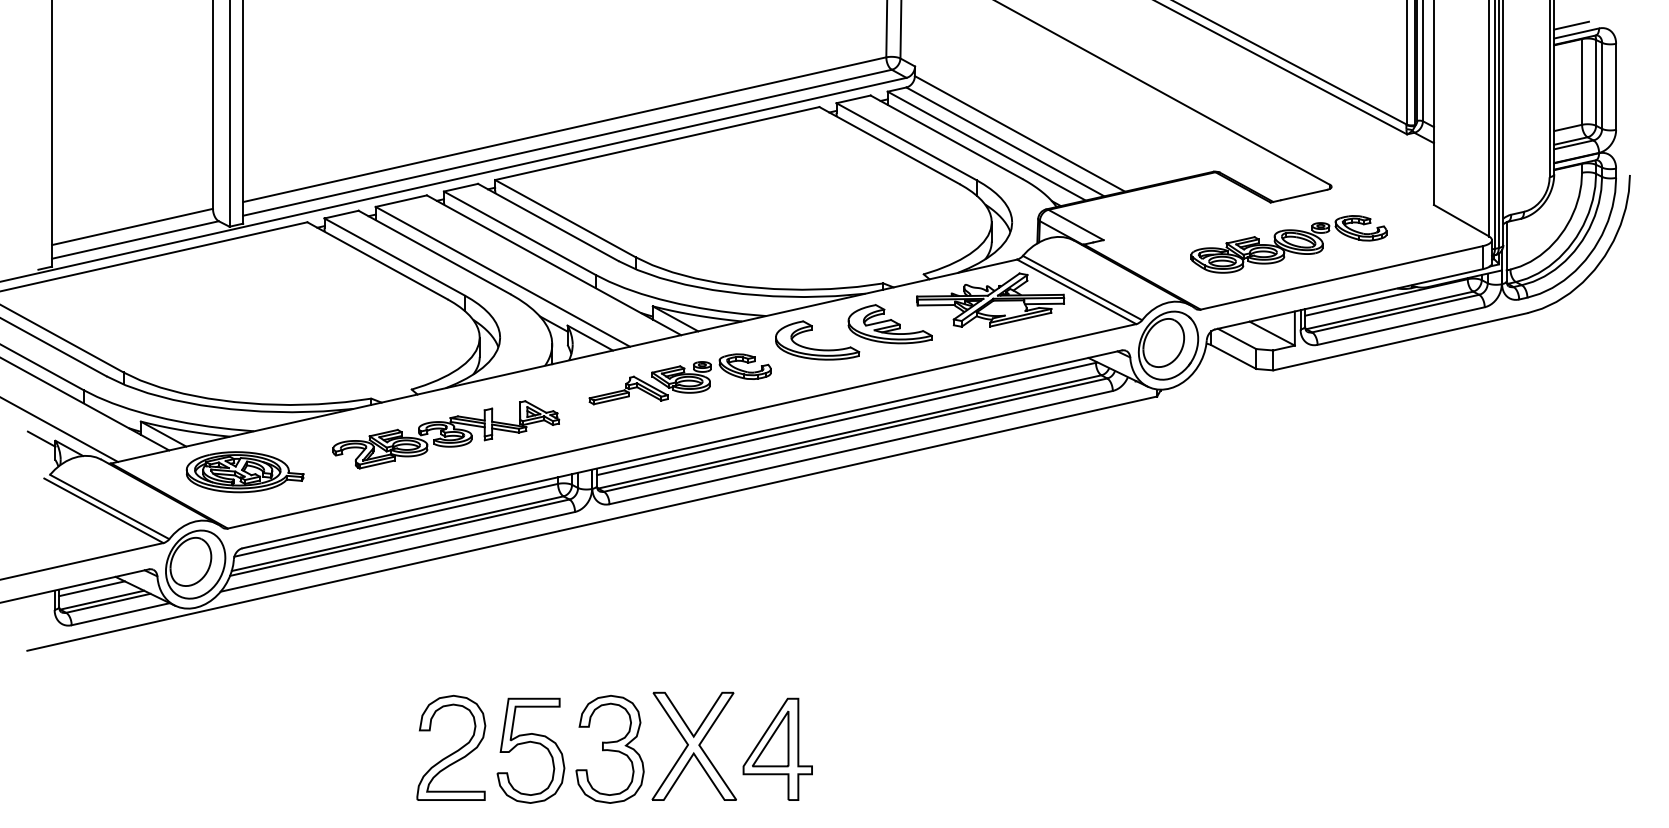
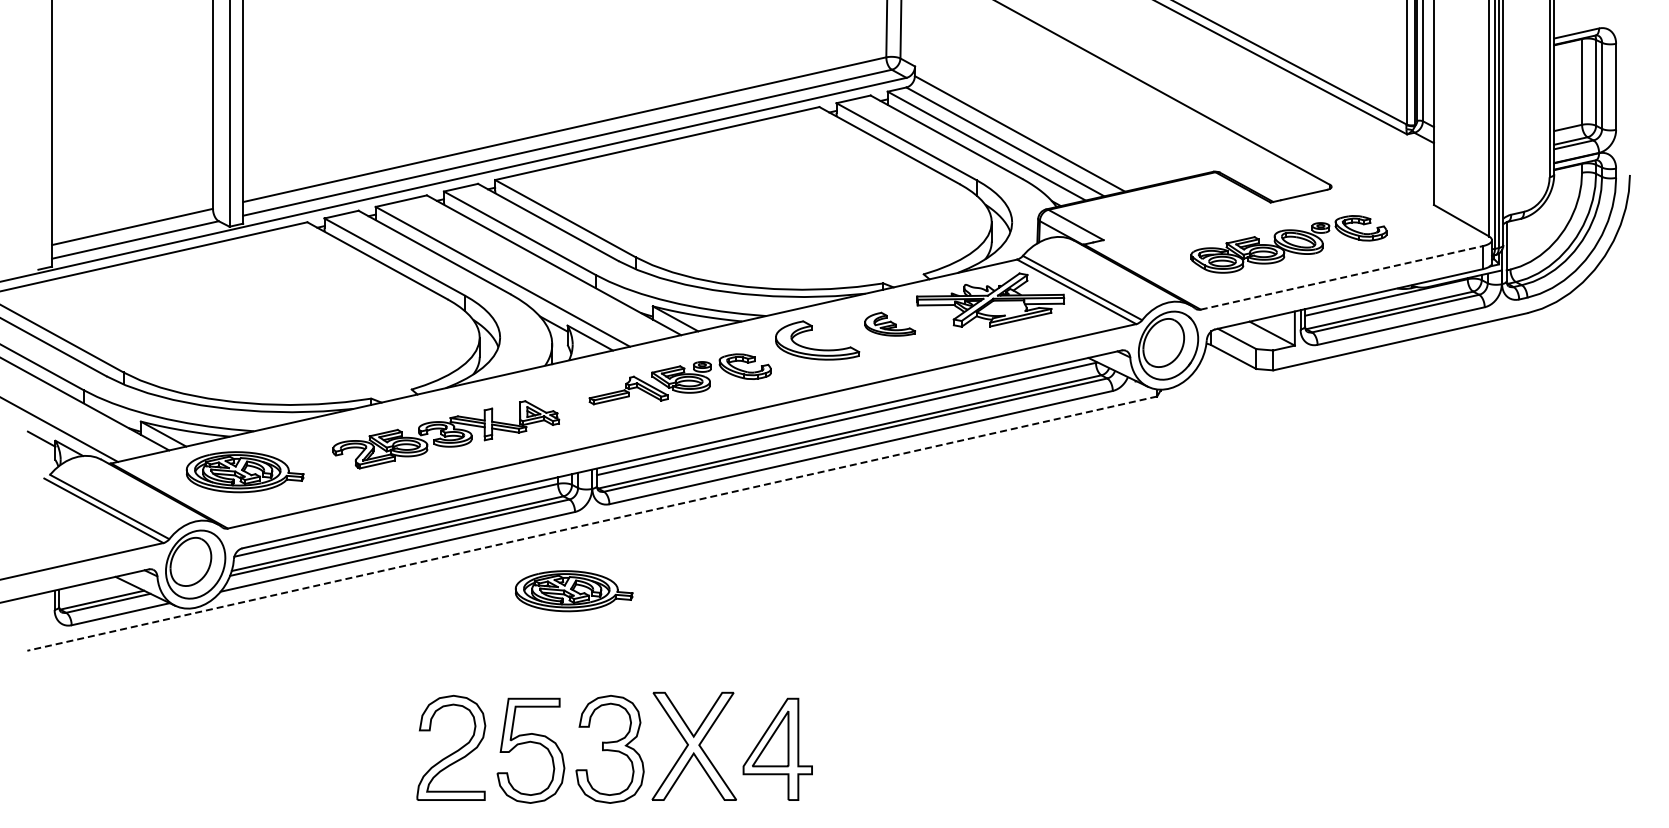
line at (1571, 25): present -> none
line at (1341, 277): solid -> dashed
part at (889, 324) size: 86x41 px -> 52x26 px
line at (591, 523): solid -> dashed
line at (91, 588): present -> none
part at (573, 591): none -> present
